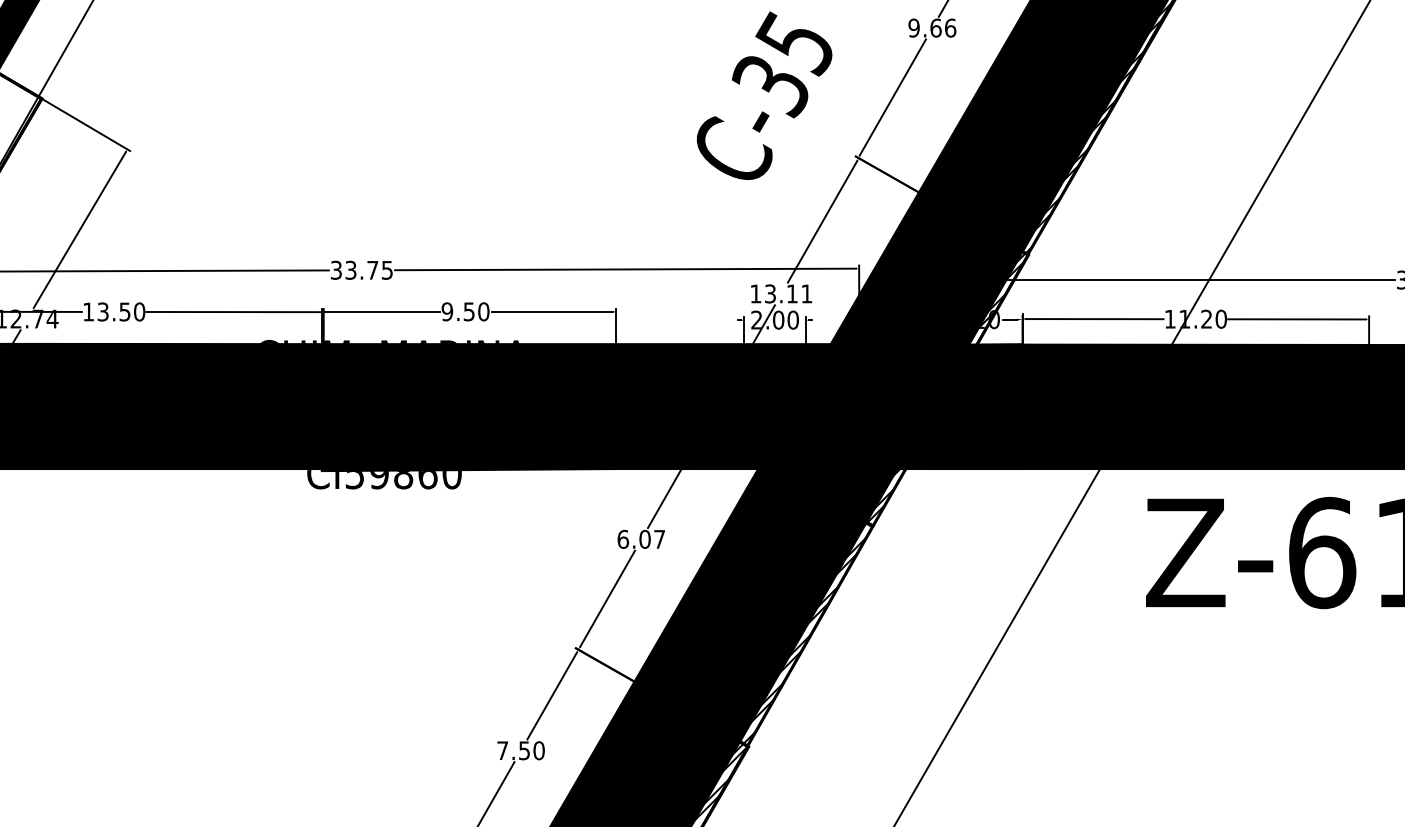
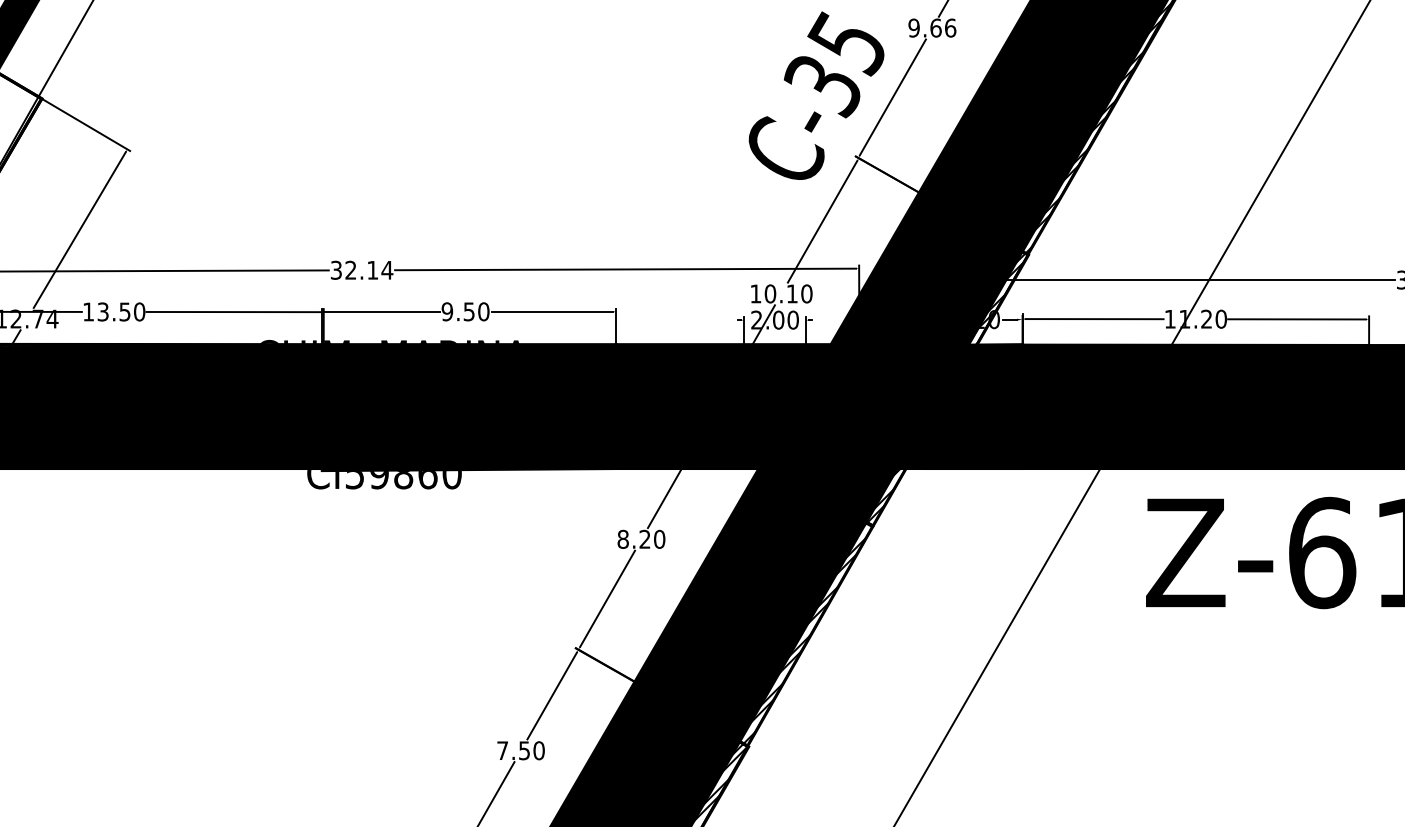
text at (764, 95) position: (764, 95) -> (816, 95)
text at (369, 270): 33.75 -> 32.14
text at (788, 293): 13.11 -> 10.10
text at (641, 538): 6.07 -> 8.20
